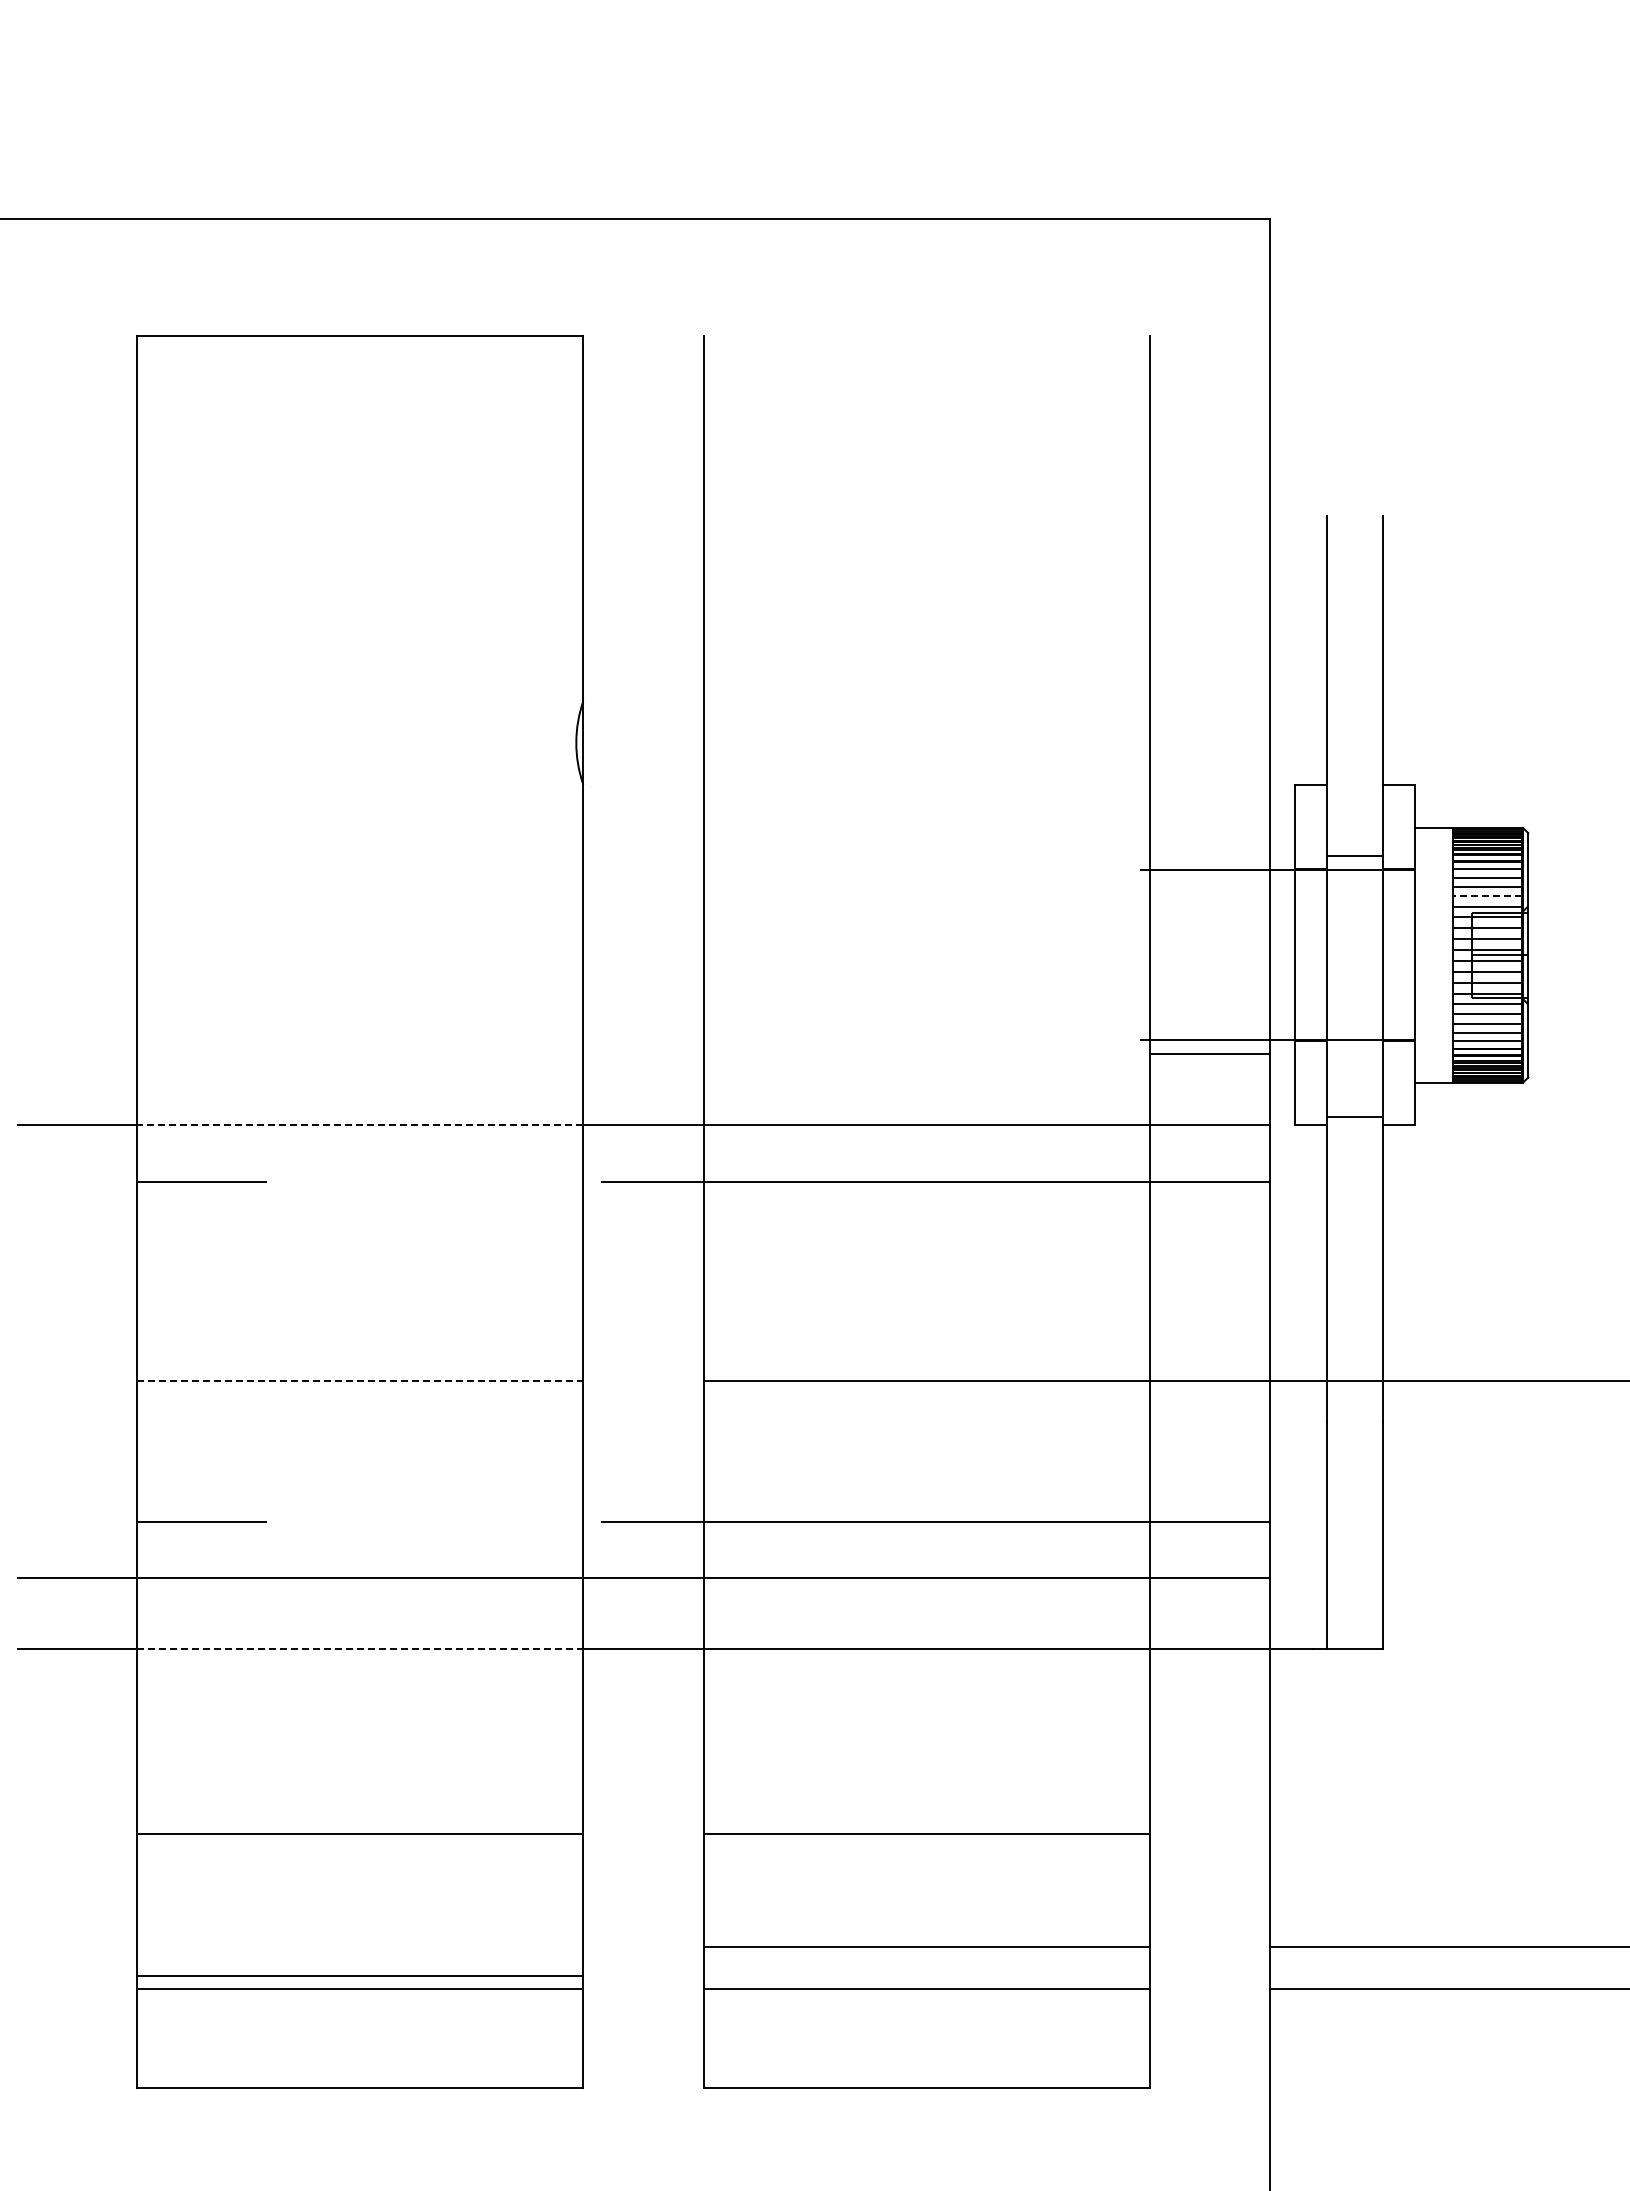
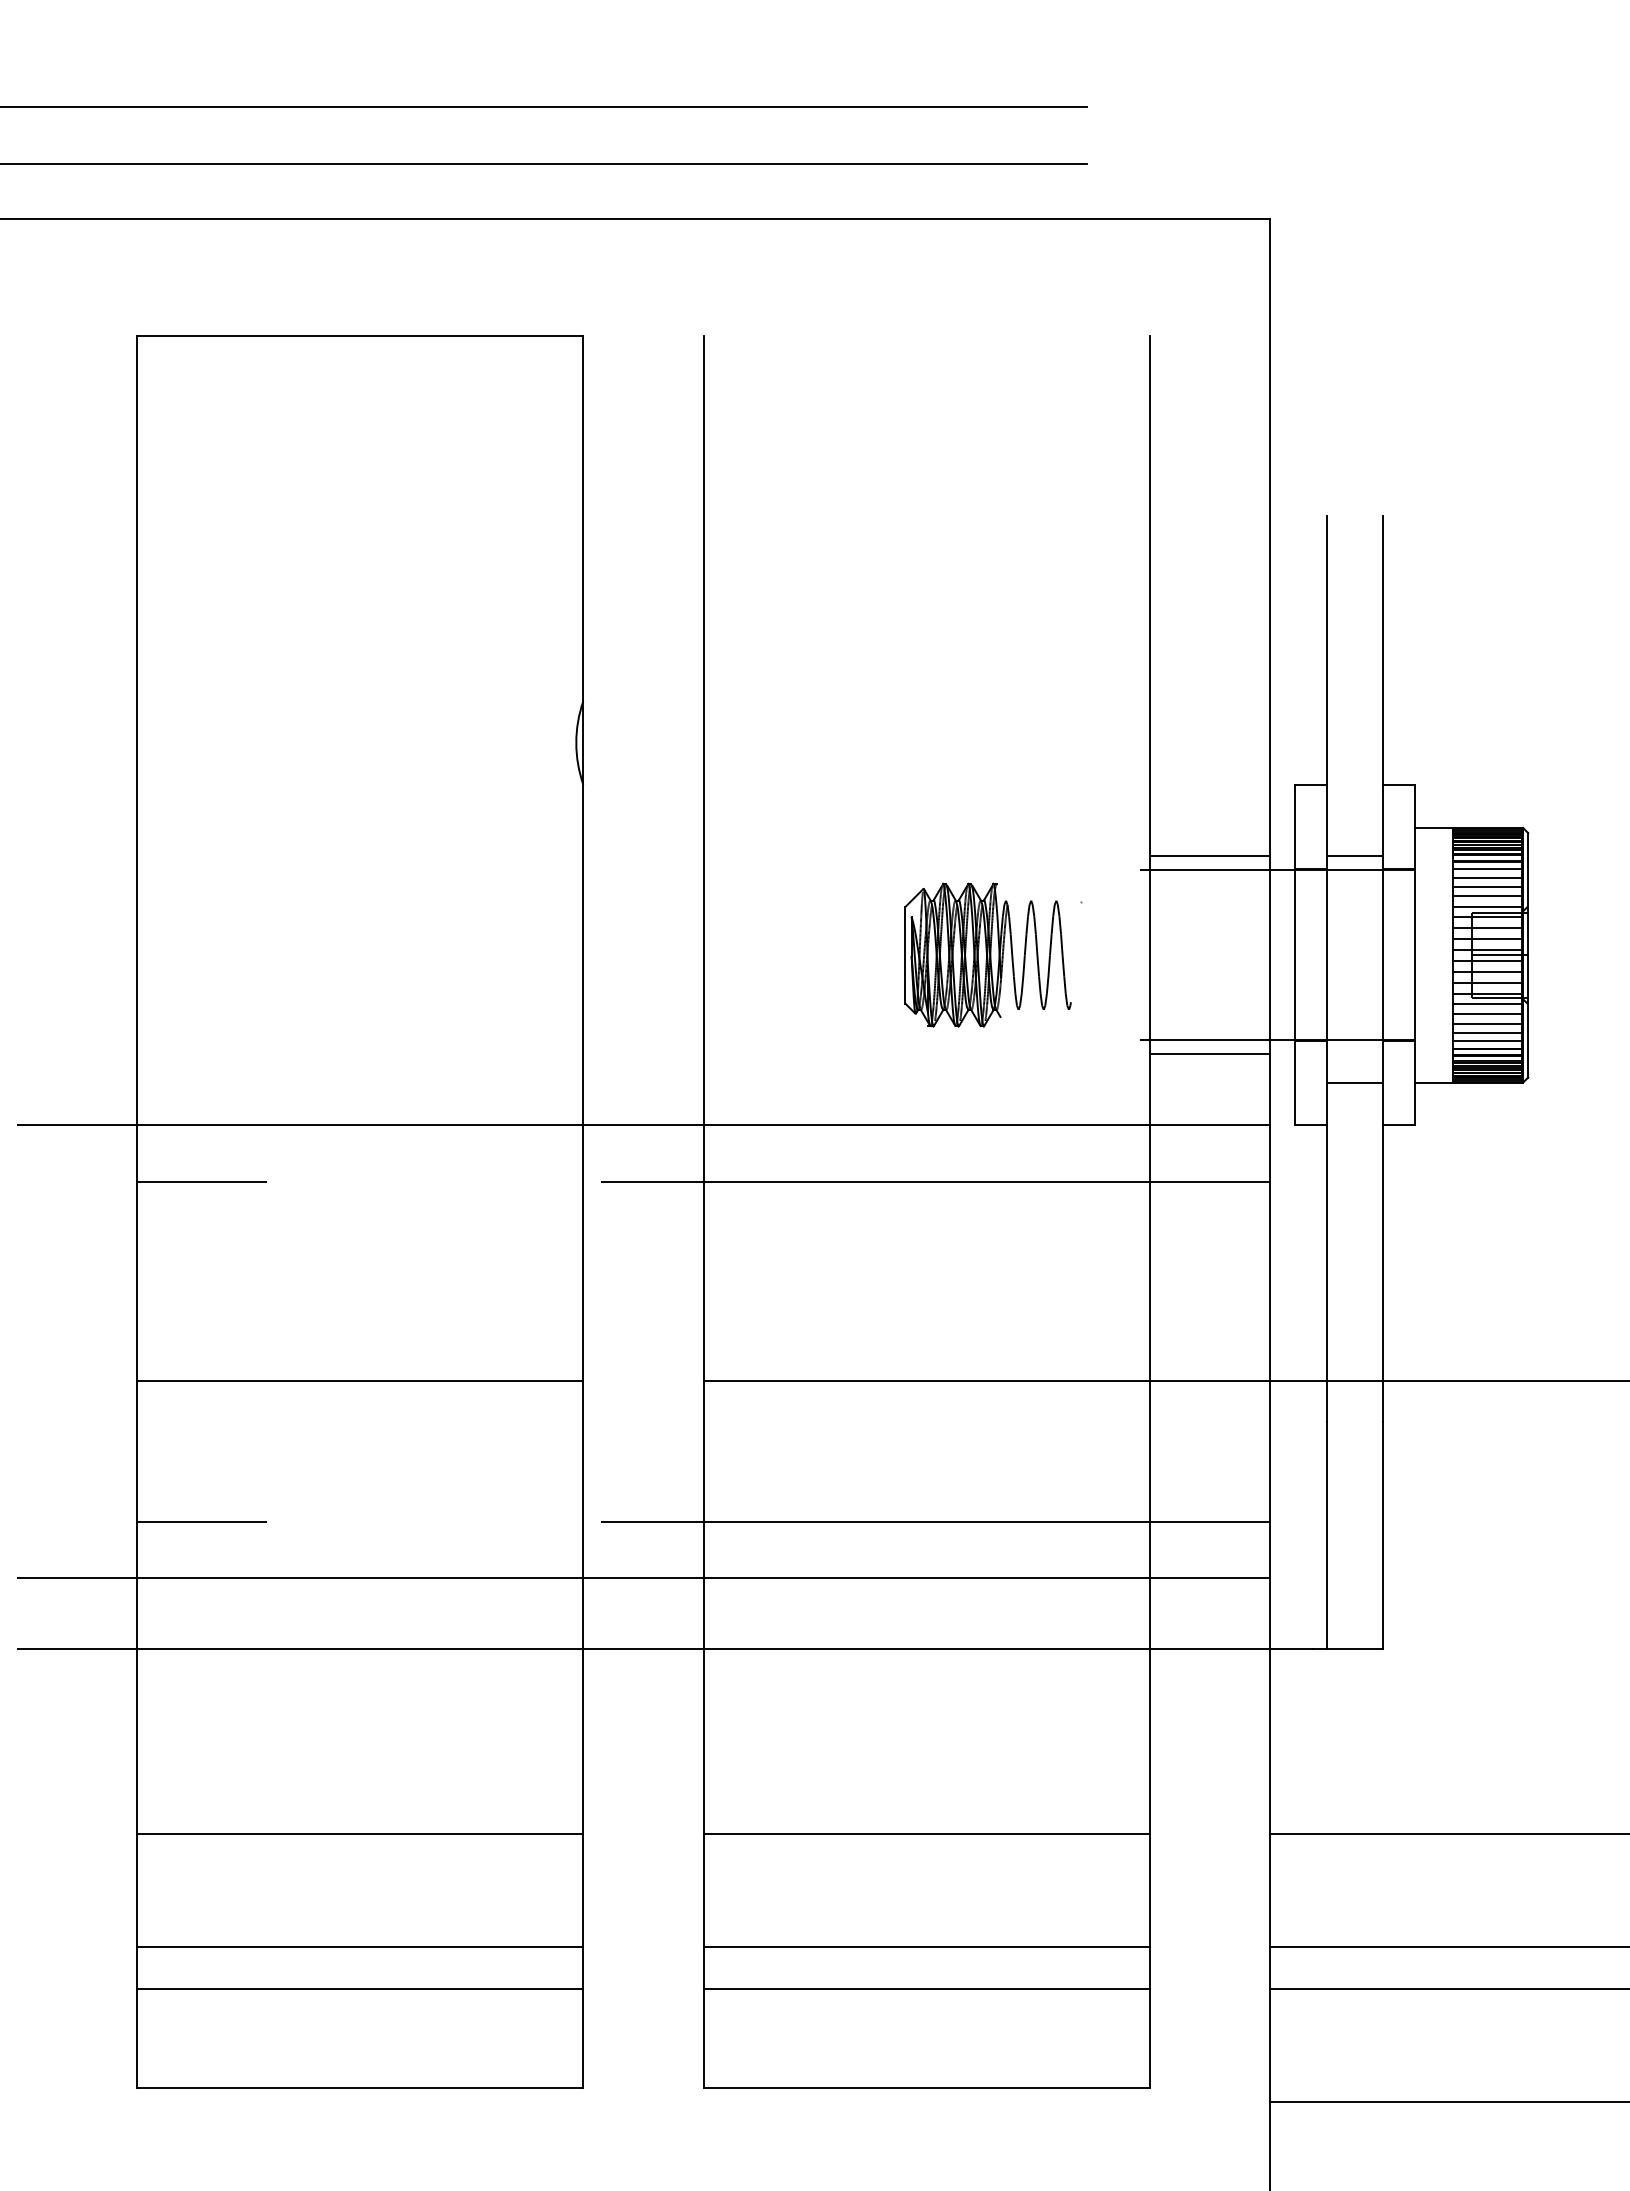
line at (544, 106): none -> present
line at (544, 163): none -> present
line at (1209, 856): none -> present
line at (1487, 896): dashed -> solid
part at (993, 954): none -> present
line at (1354, 1116) position: (1354, 1116) -> (1354, 1082)
line at (360, 1125): dashed -> solid
line at (360, 1381): dashed -> solid
line at (360, 1649): dashed -> solid
line at (1448, 1833): none -> present
line at (360, 1976) position: (360, 1976) -> (360, 1947)
line at (1448, 2102): none -> present
